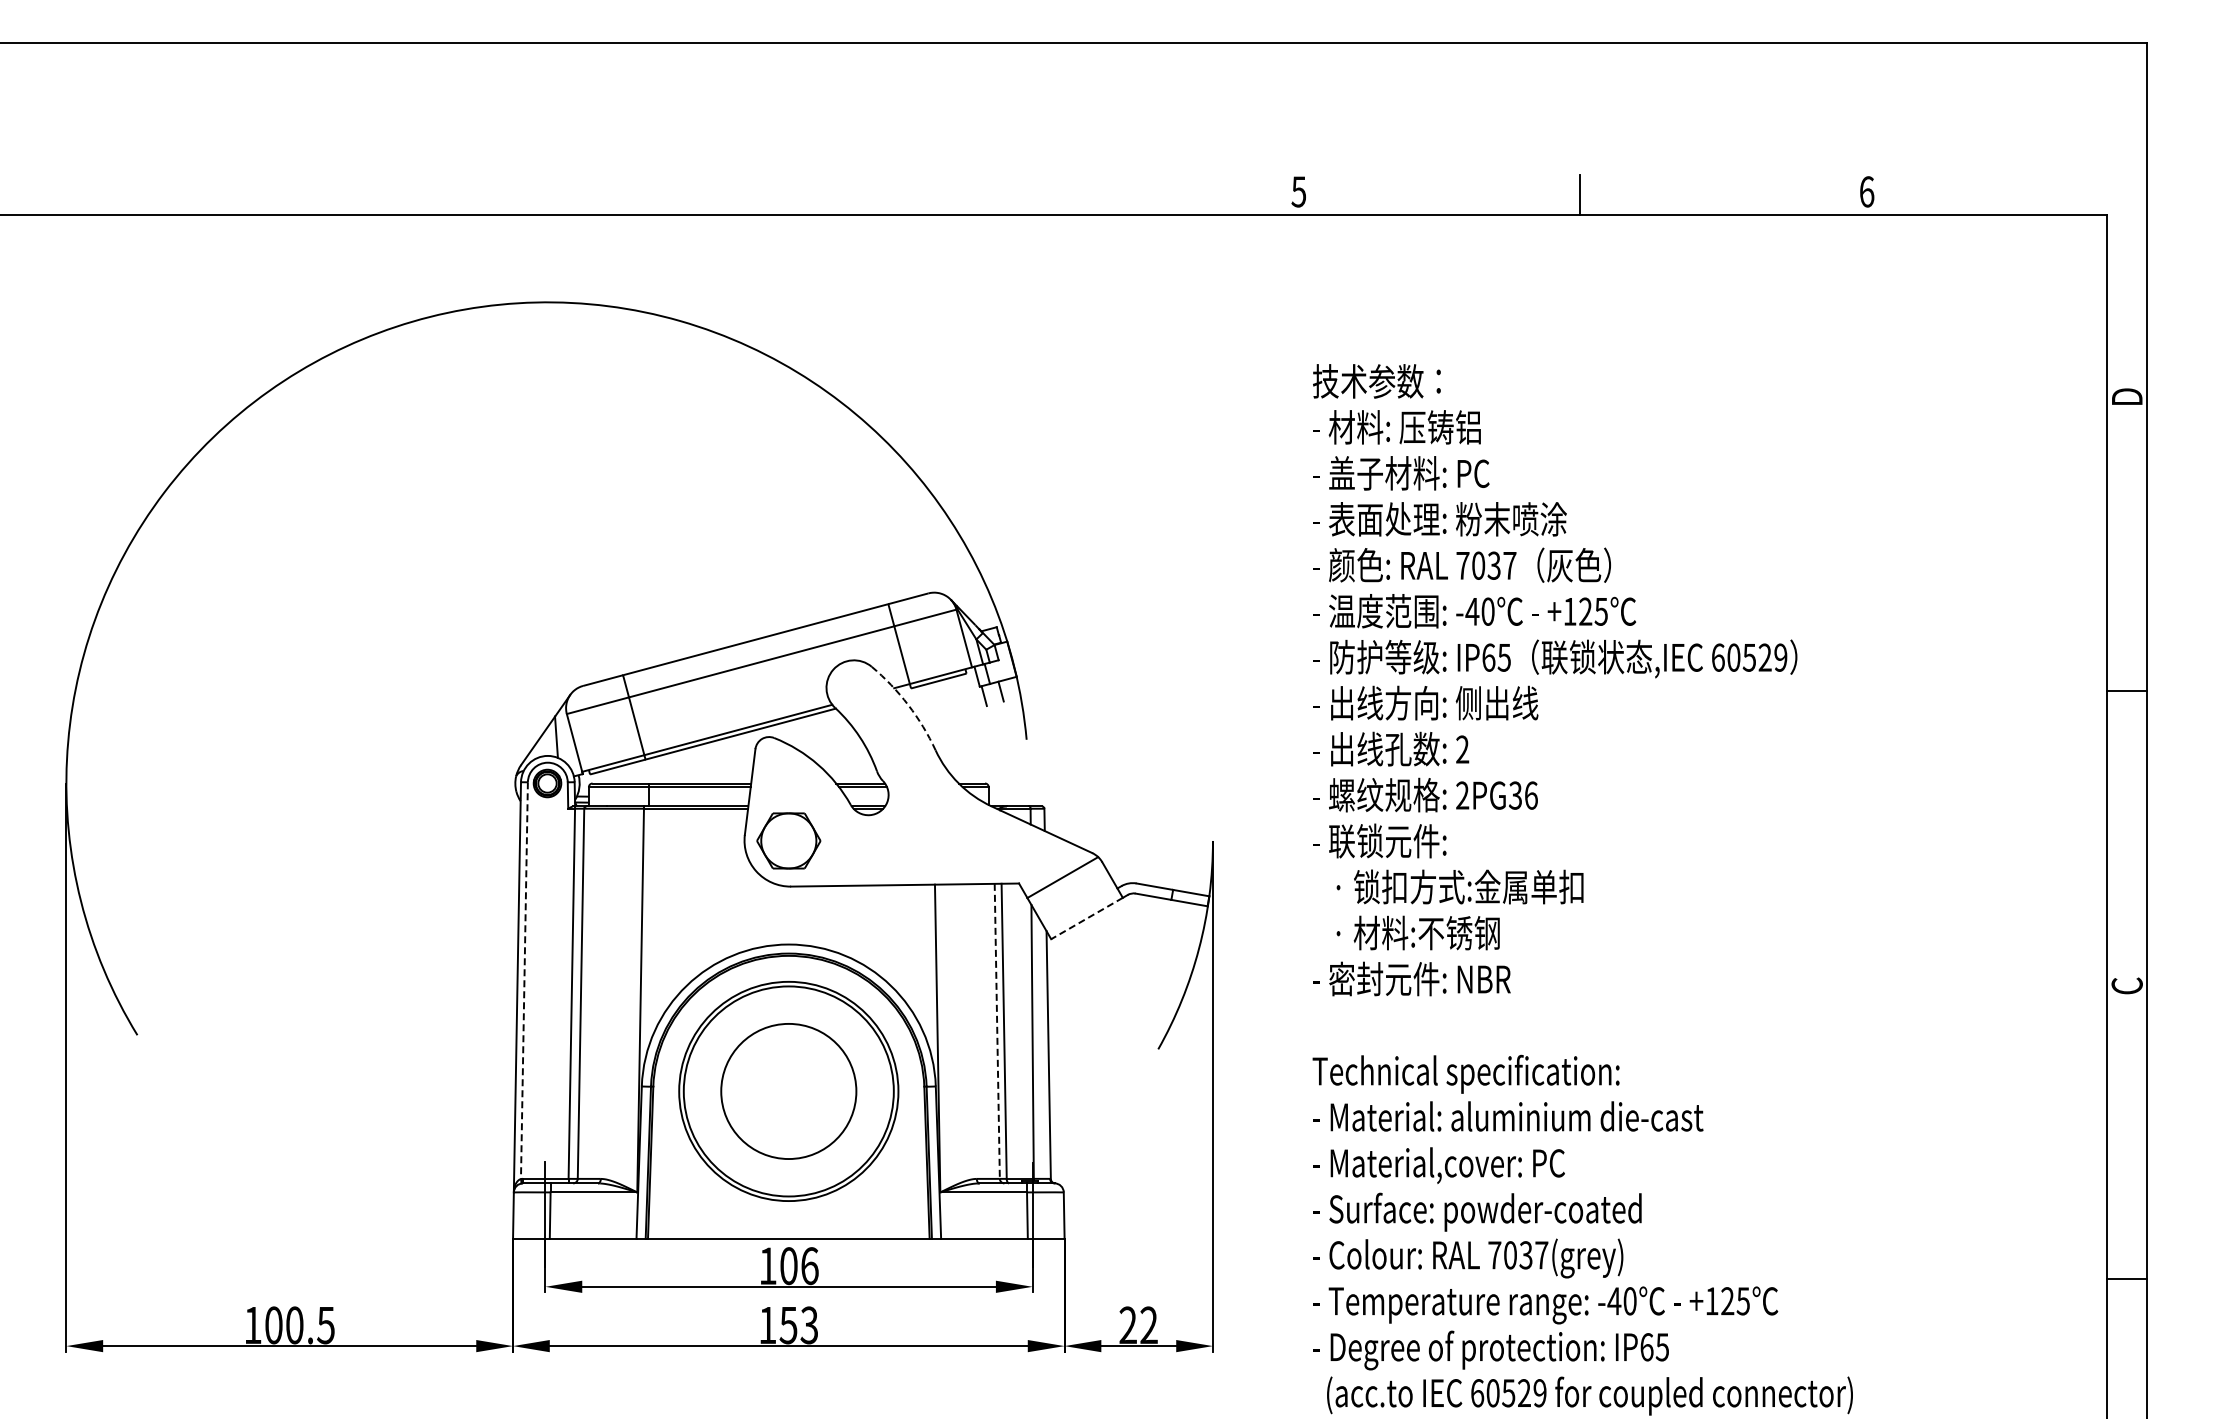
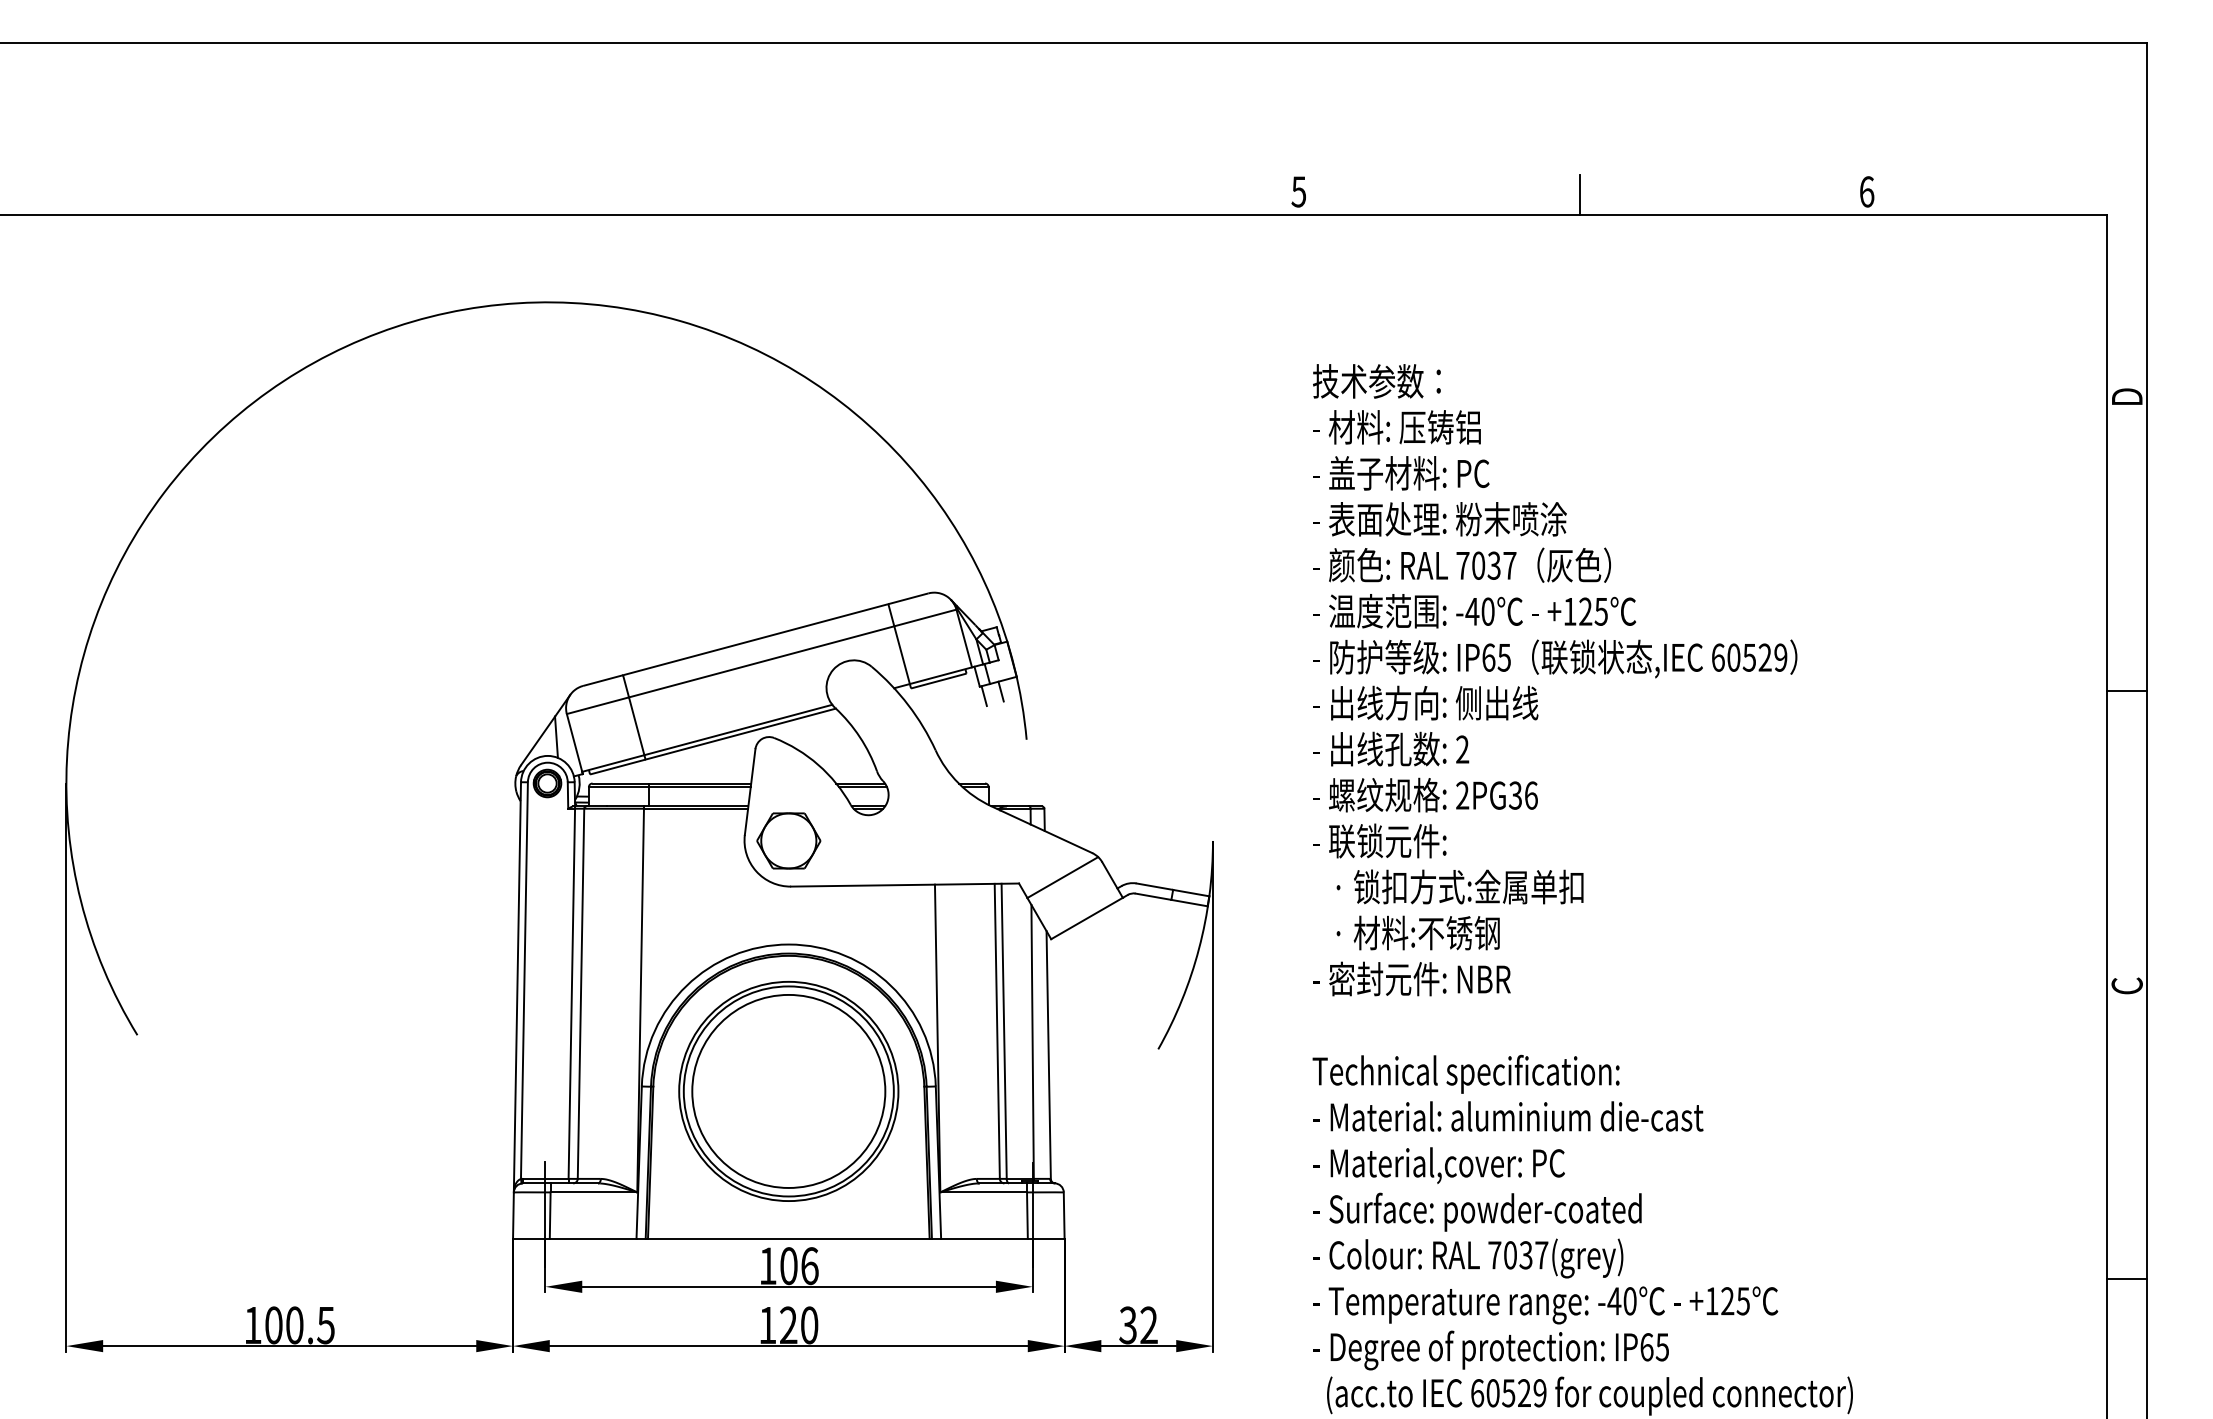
arc at (908, 705): dashed -> solid
line at (1086, 918): dashed -> solid
line at (524, 981): dashed -> solid
line at (997, 1031): dashed -> solid
circle at (788, 1091) diameter: 135 px -> 193 px
text at (798, 1325): 153 -> 120
text at (1127, 1325): 22 -> 32
